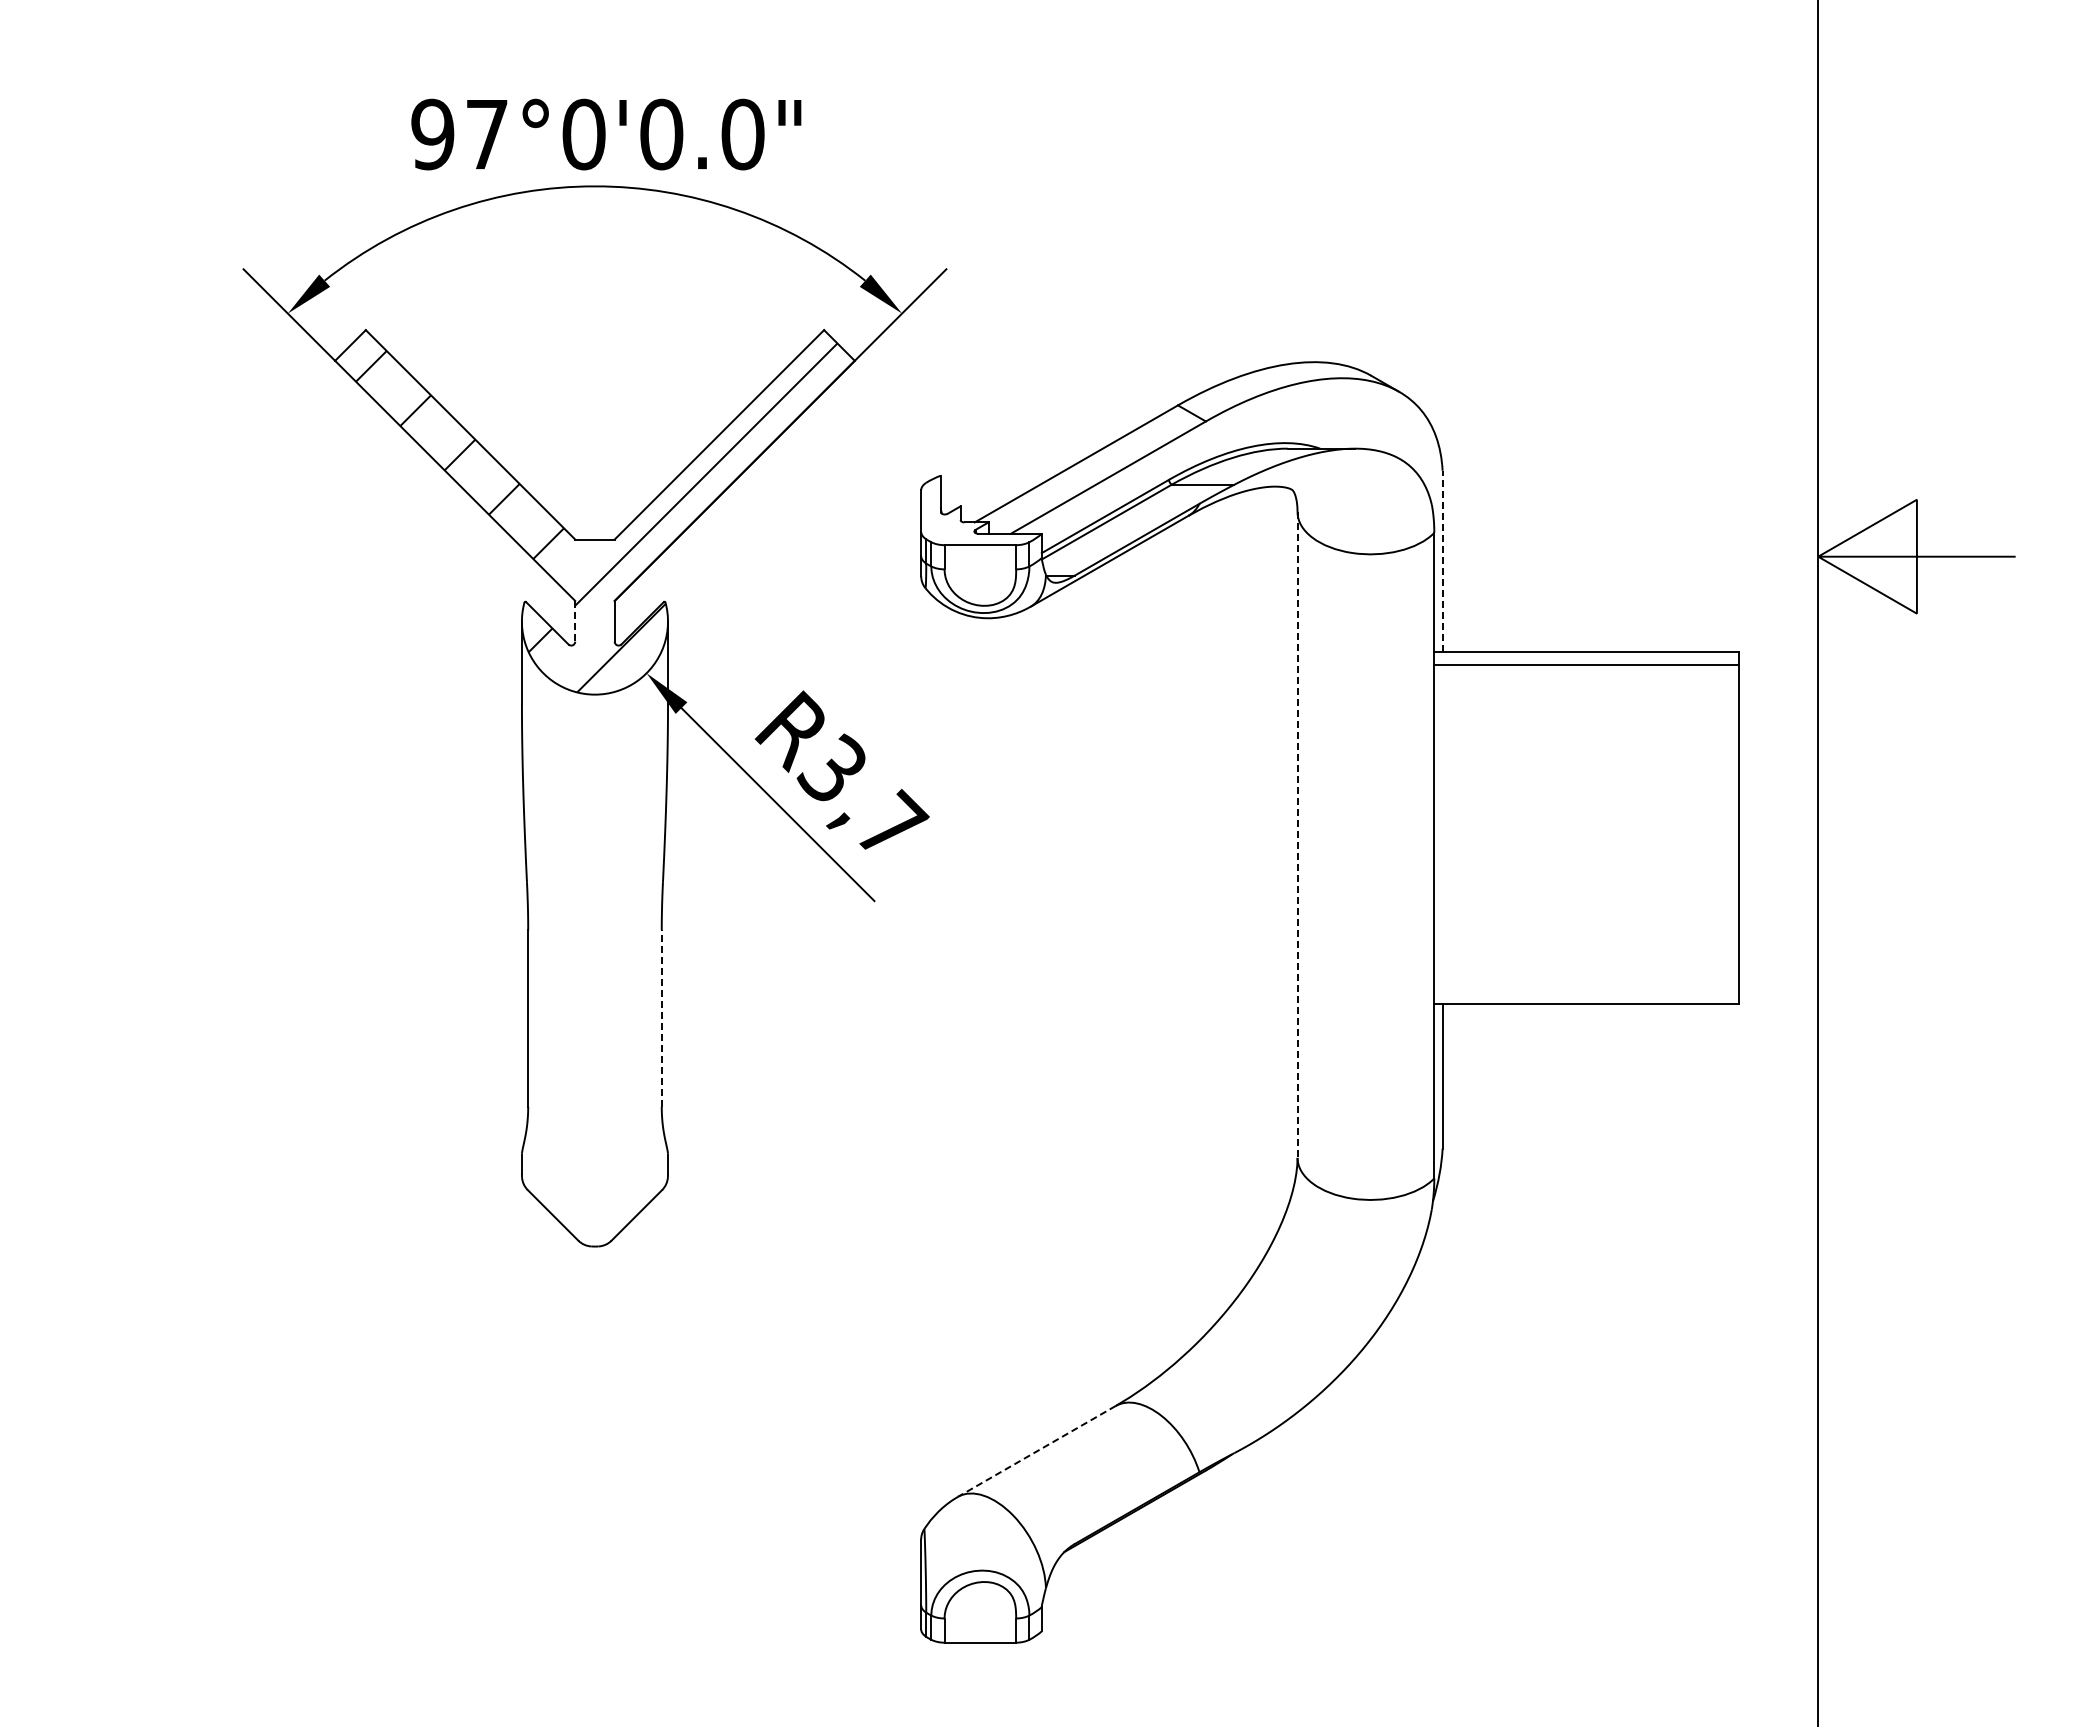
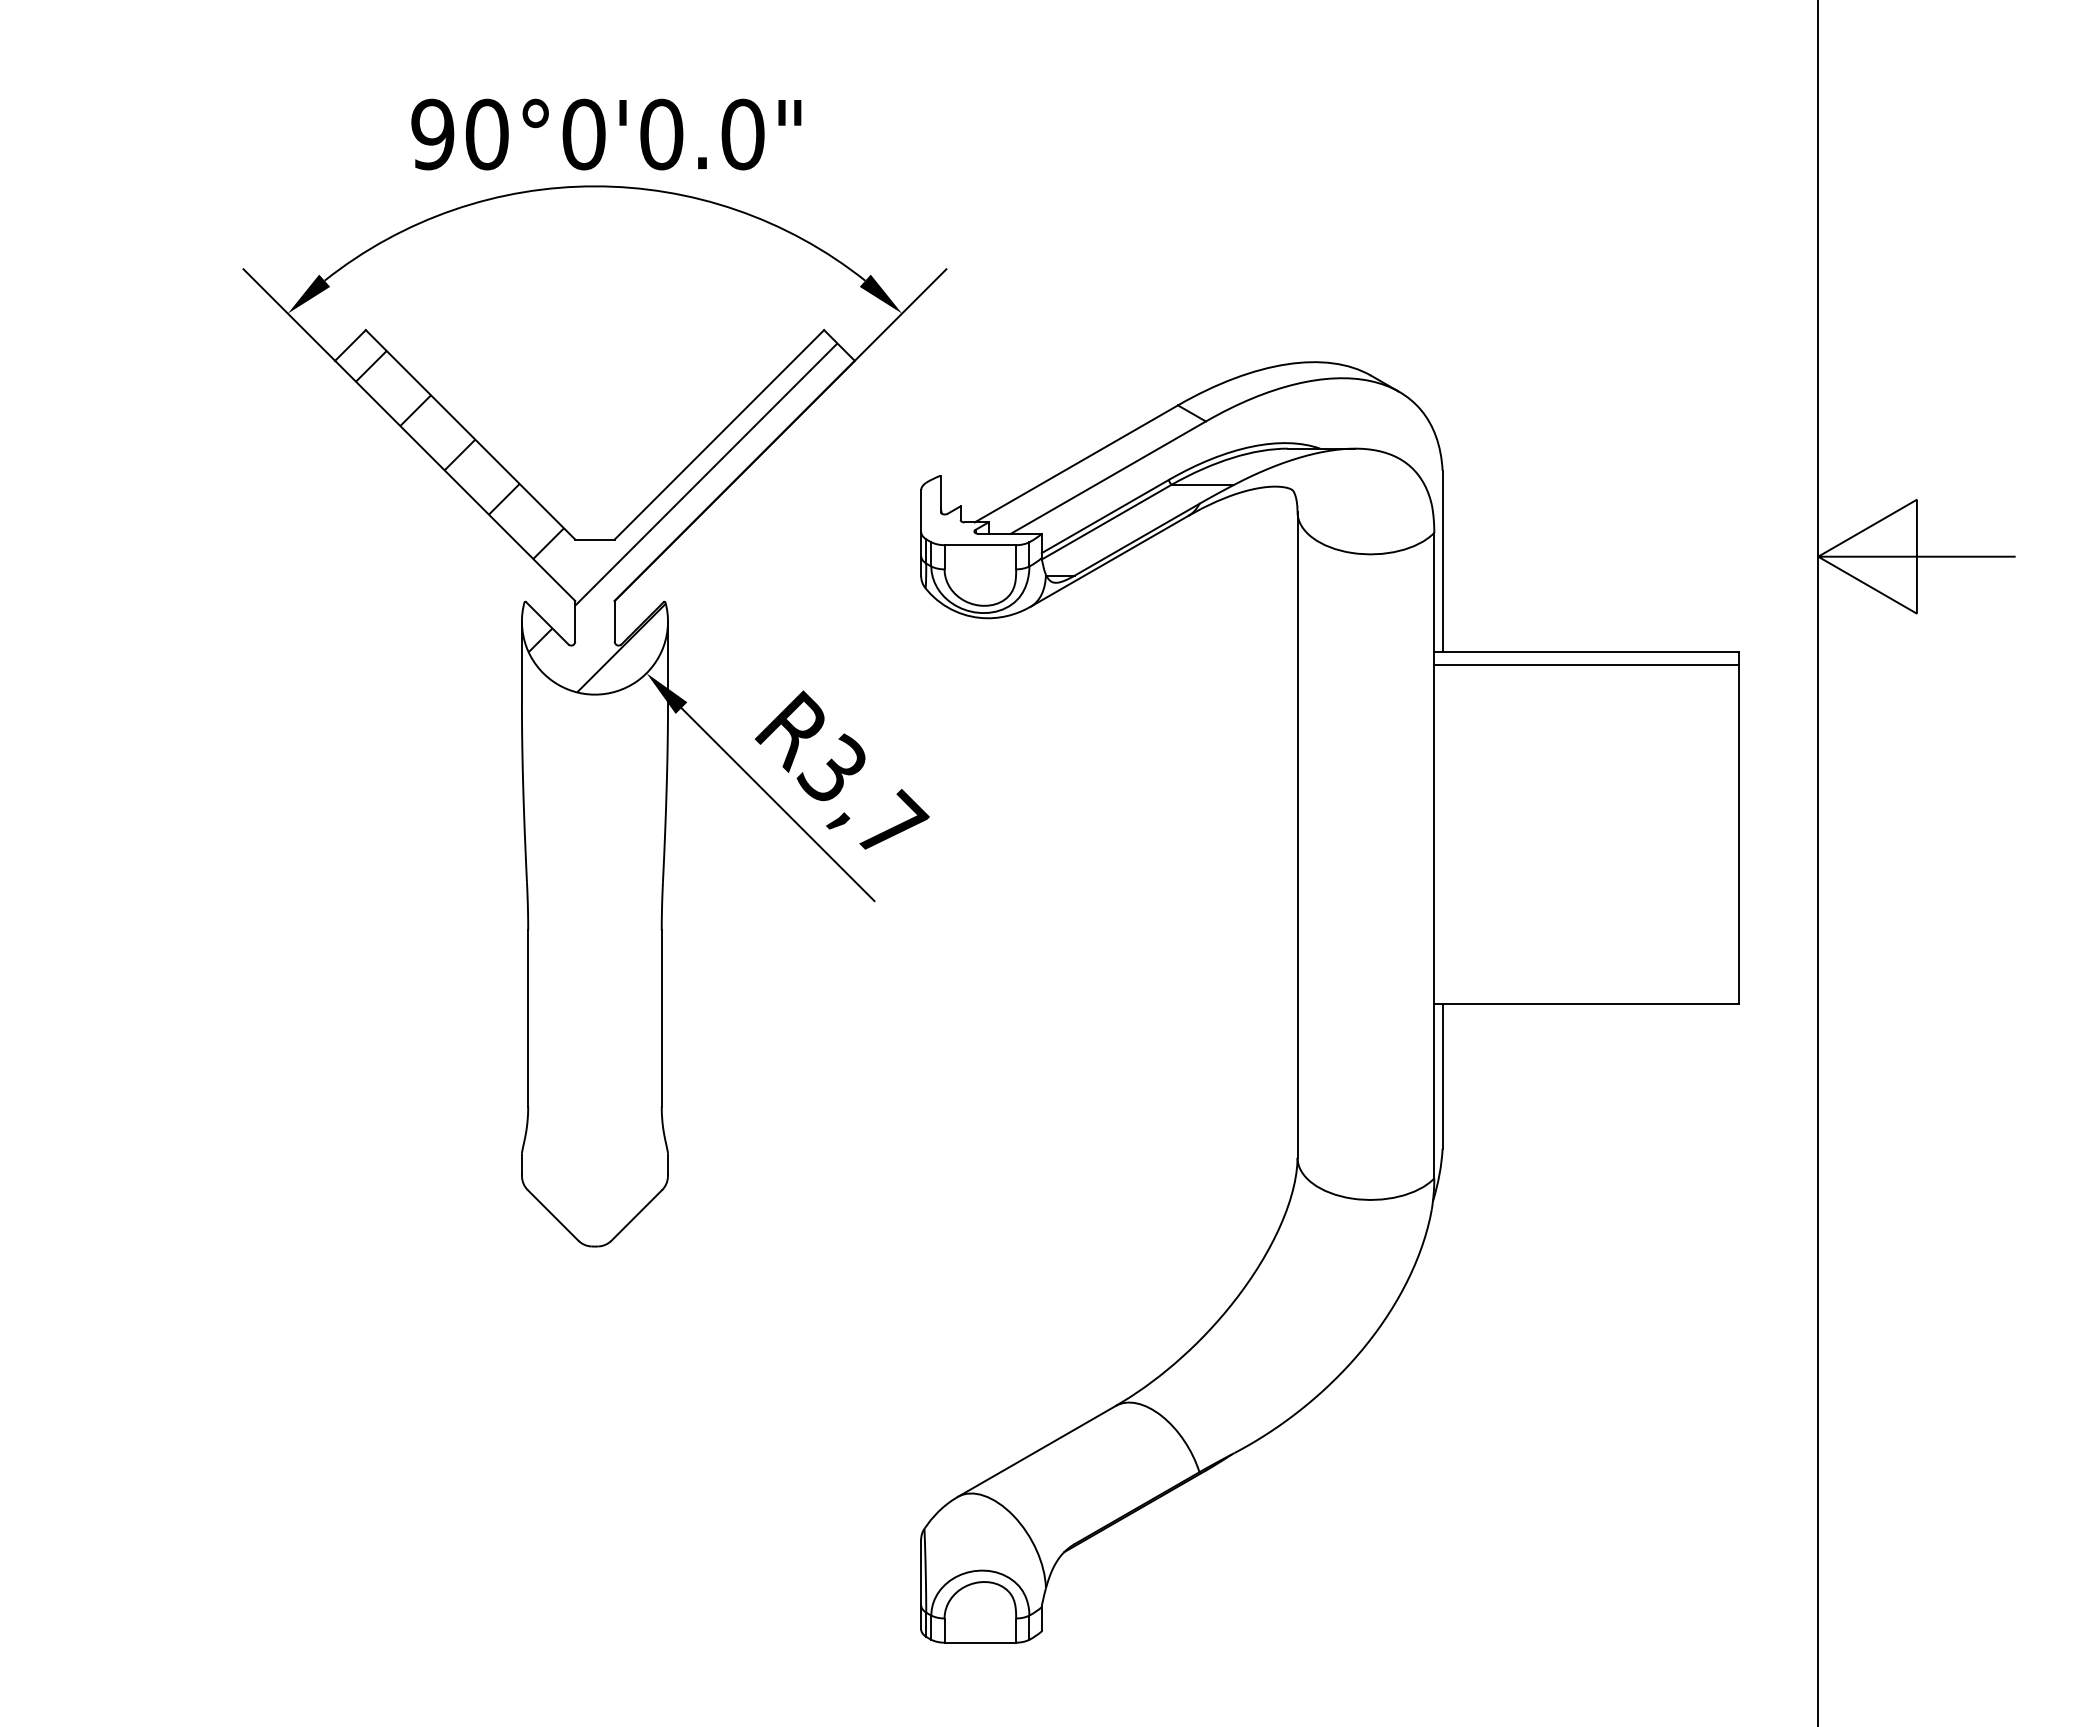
text at (486, 134): 97°0'0.0" -> 90°0'0.0"
line at (1442, 560): dashed -> solid
line at (575, 621): dashed -> solid
line at (1297, 835): dashed -> solid
line at (661, 1018): dashed -> solid
line at (1036, 1451): dashed -> solid
